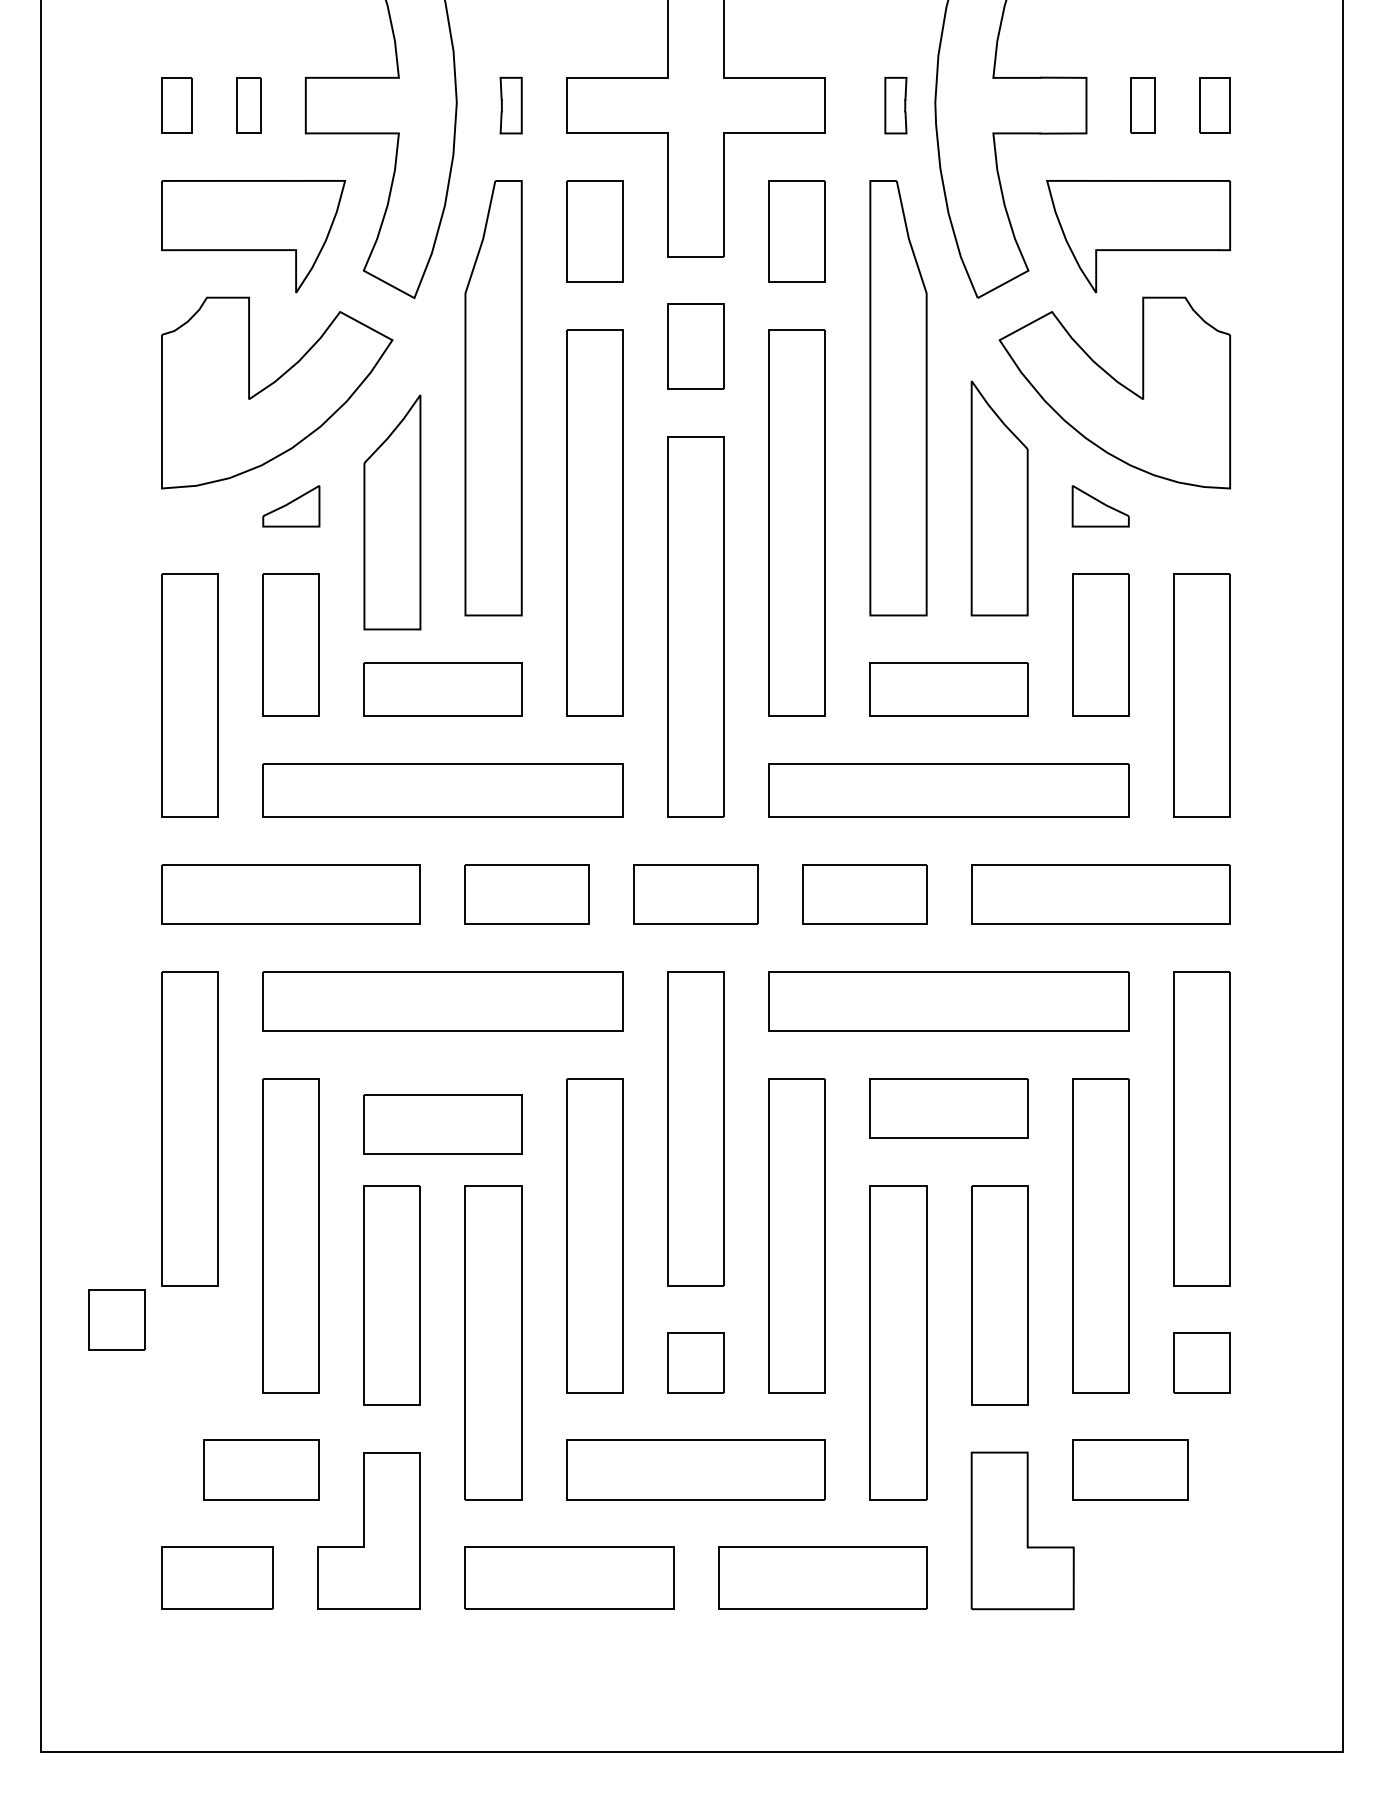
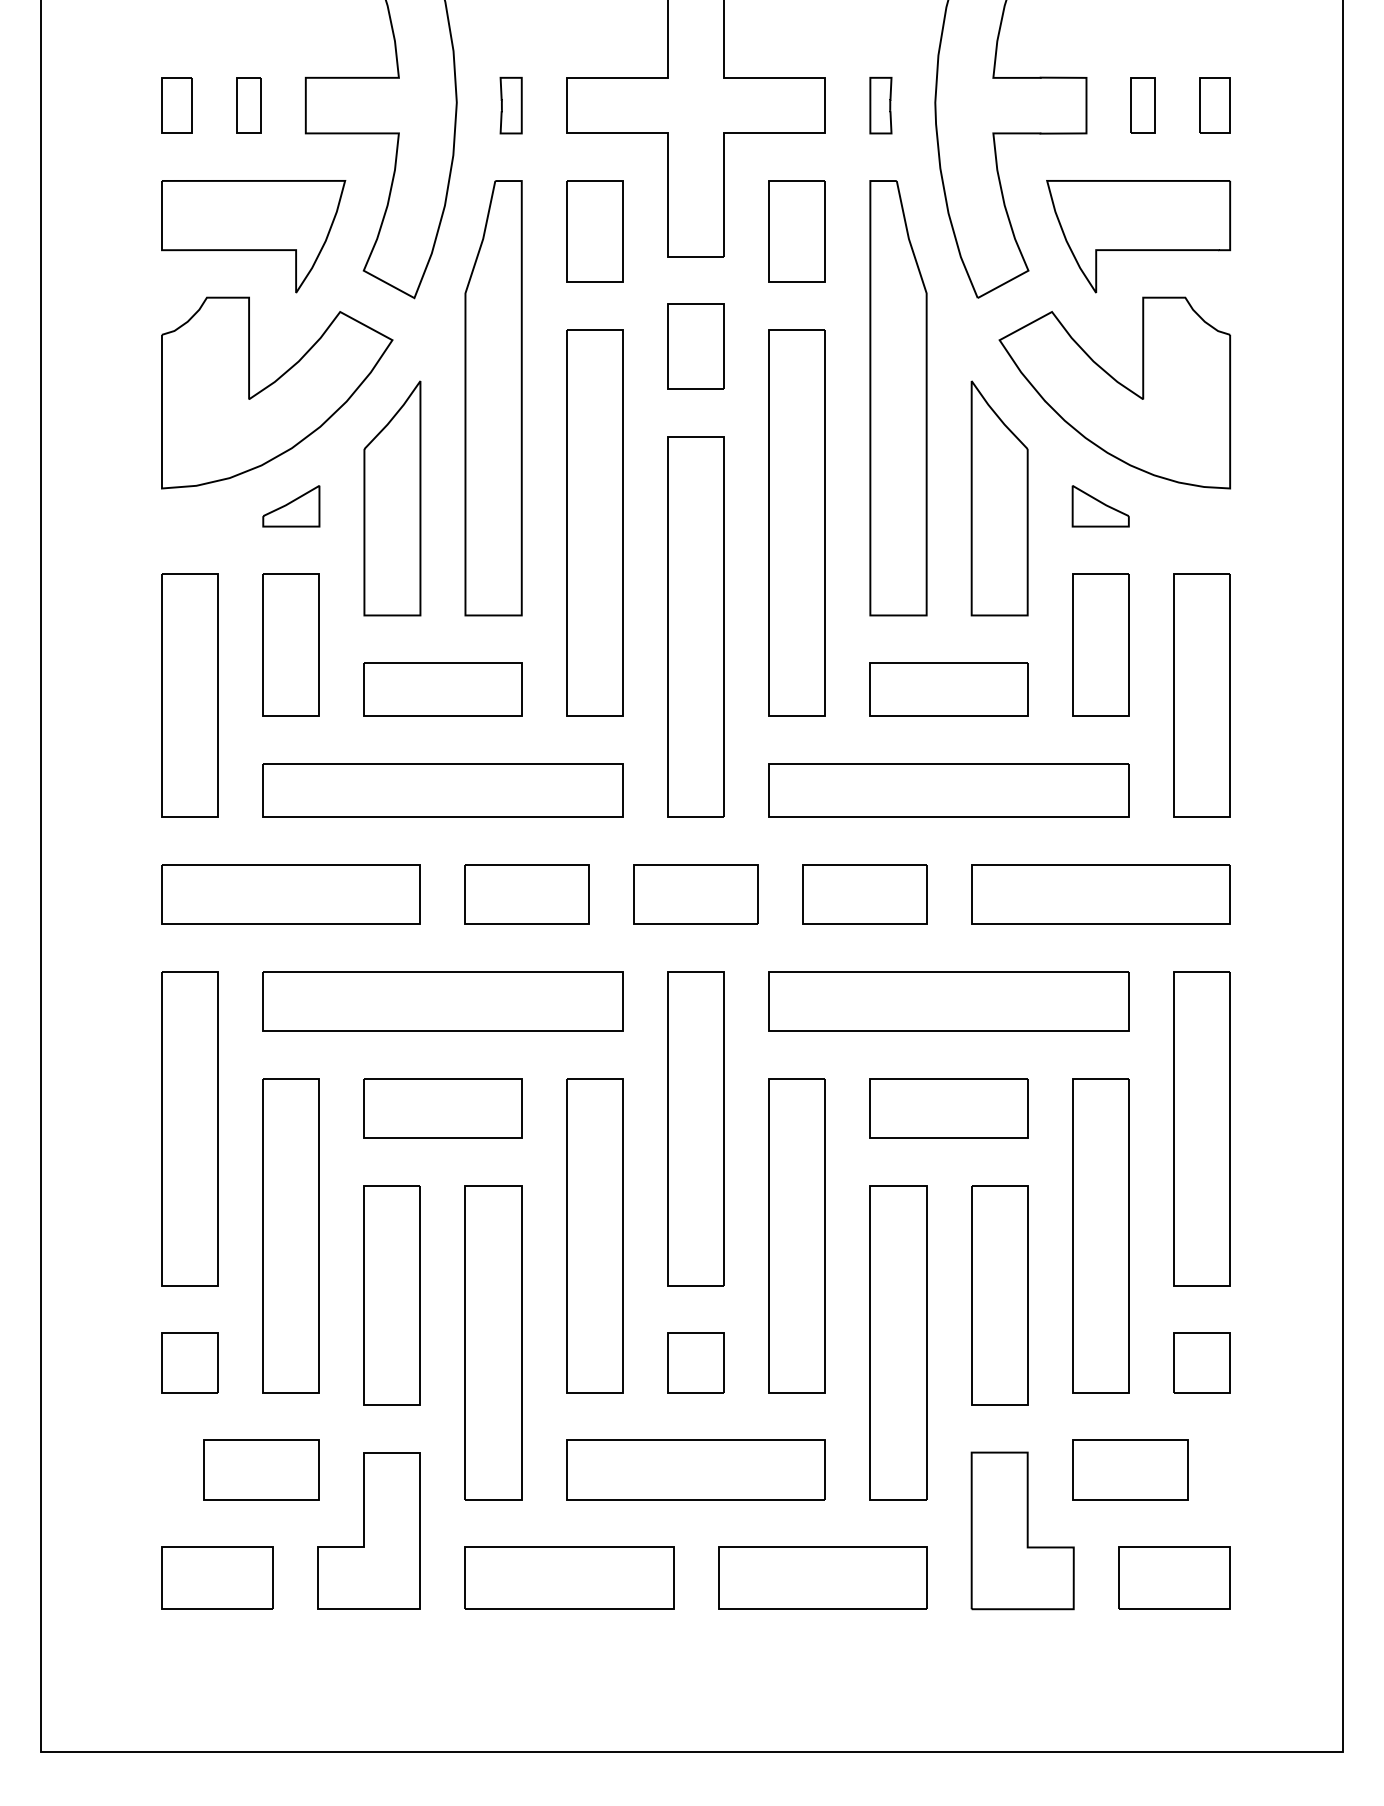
part at (895, 105) position: (895, 105) -> (880, 105)
part at (392, 512) position: (392, 512) -> (392, 498)
part at (442, 1124) position: (442, 1124) -> (442, 1108)
part at (116, 1319) position: (116, 1319) -> (189, 1362)
part at (1174, 1577): none -> present
